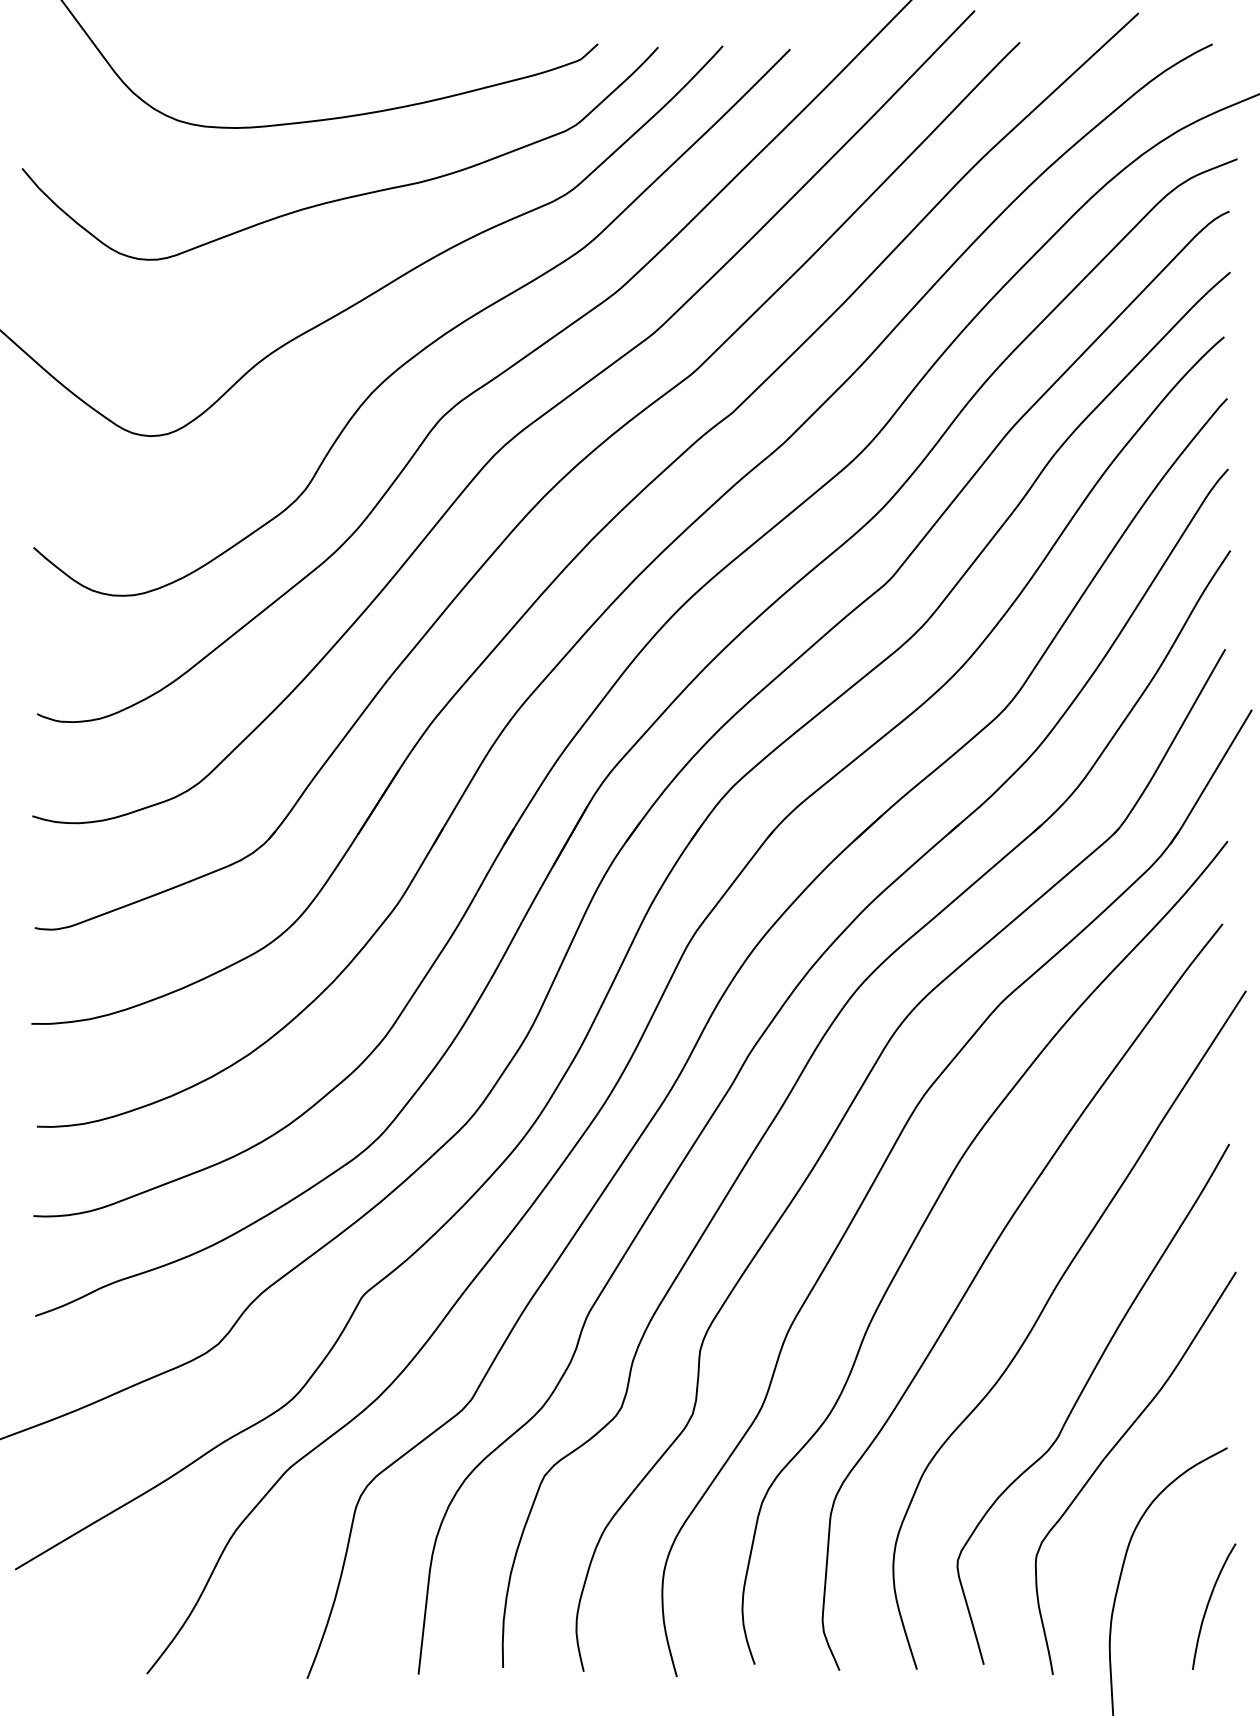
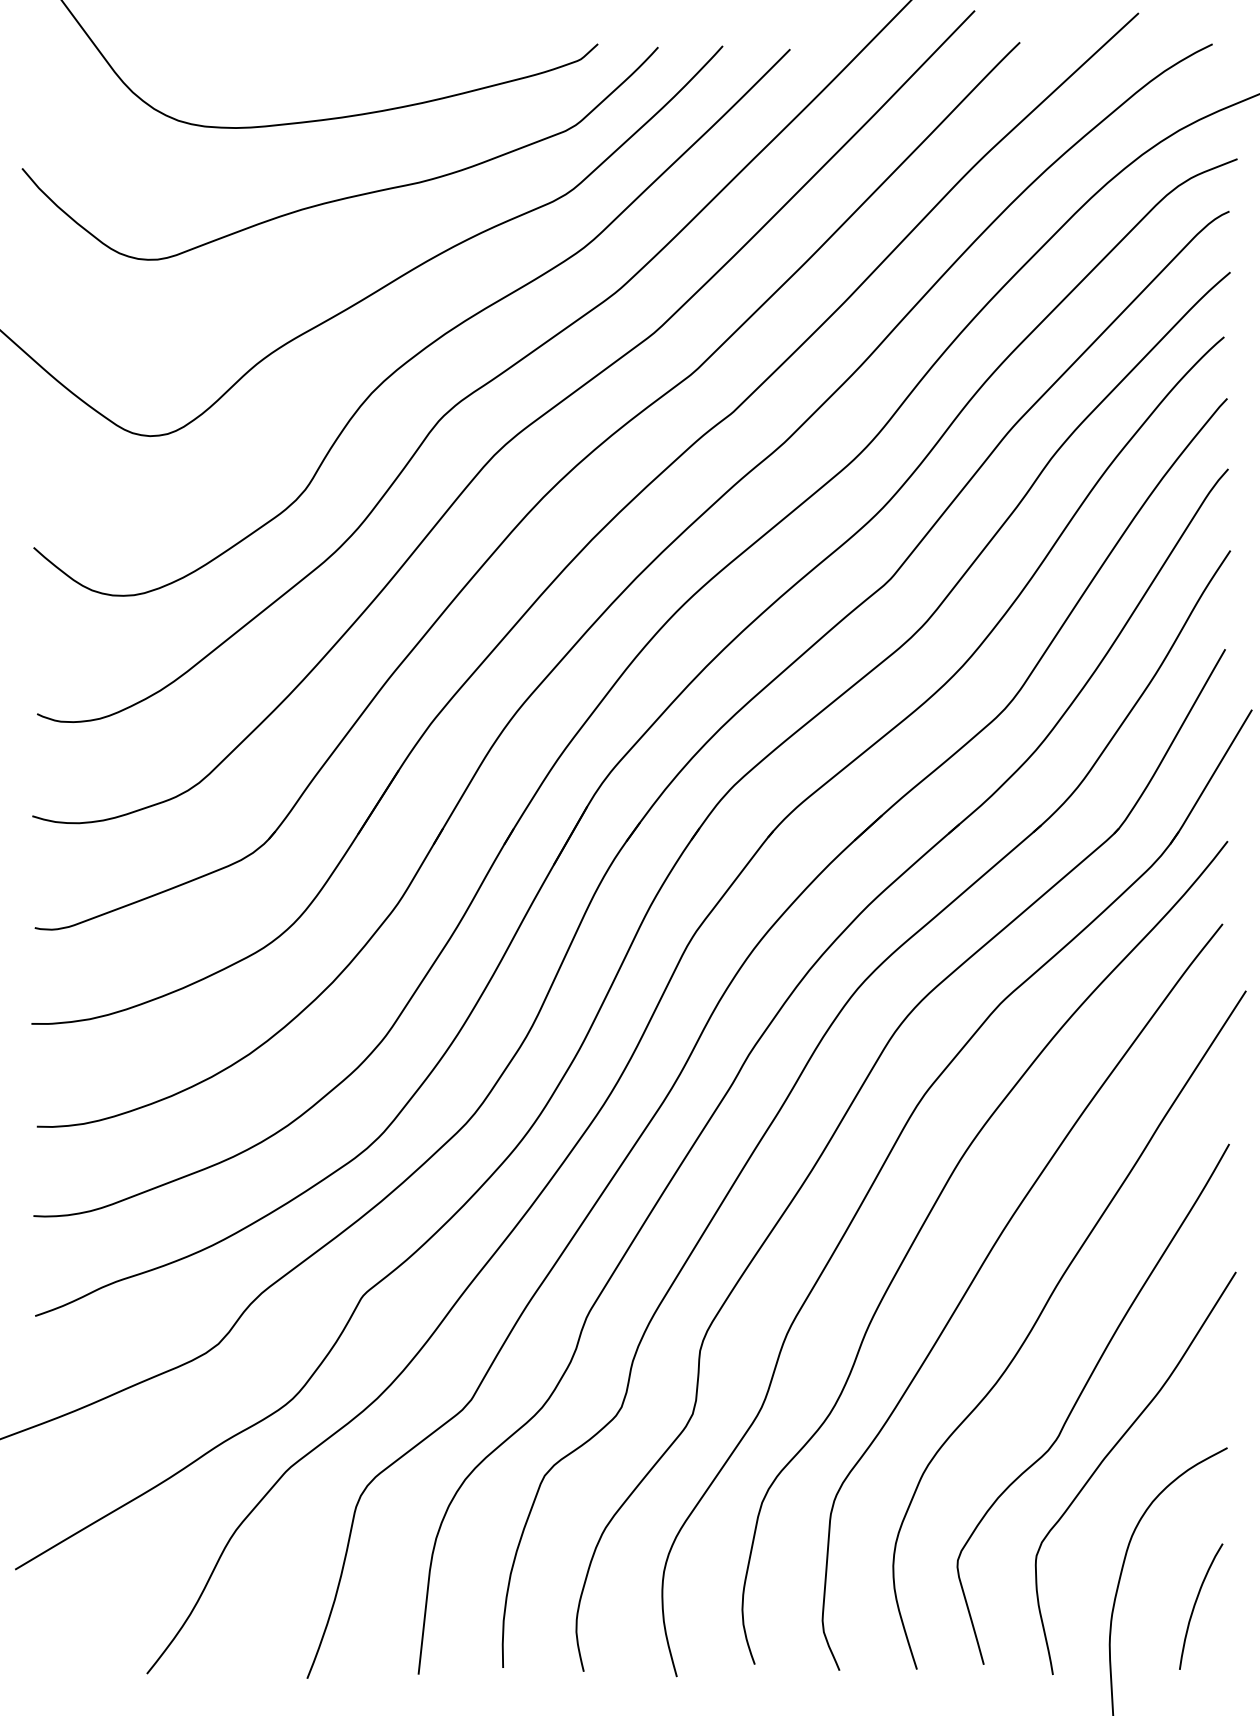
curve at (1209, 1603) position: (1209, 1603) -> (1196, 1603)
